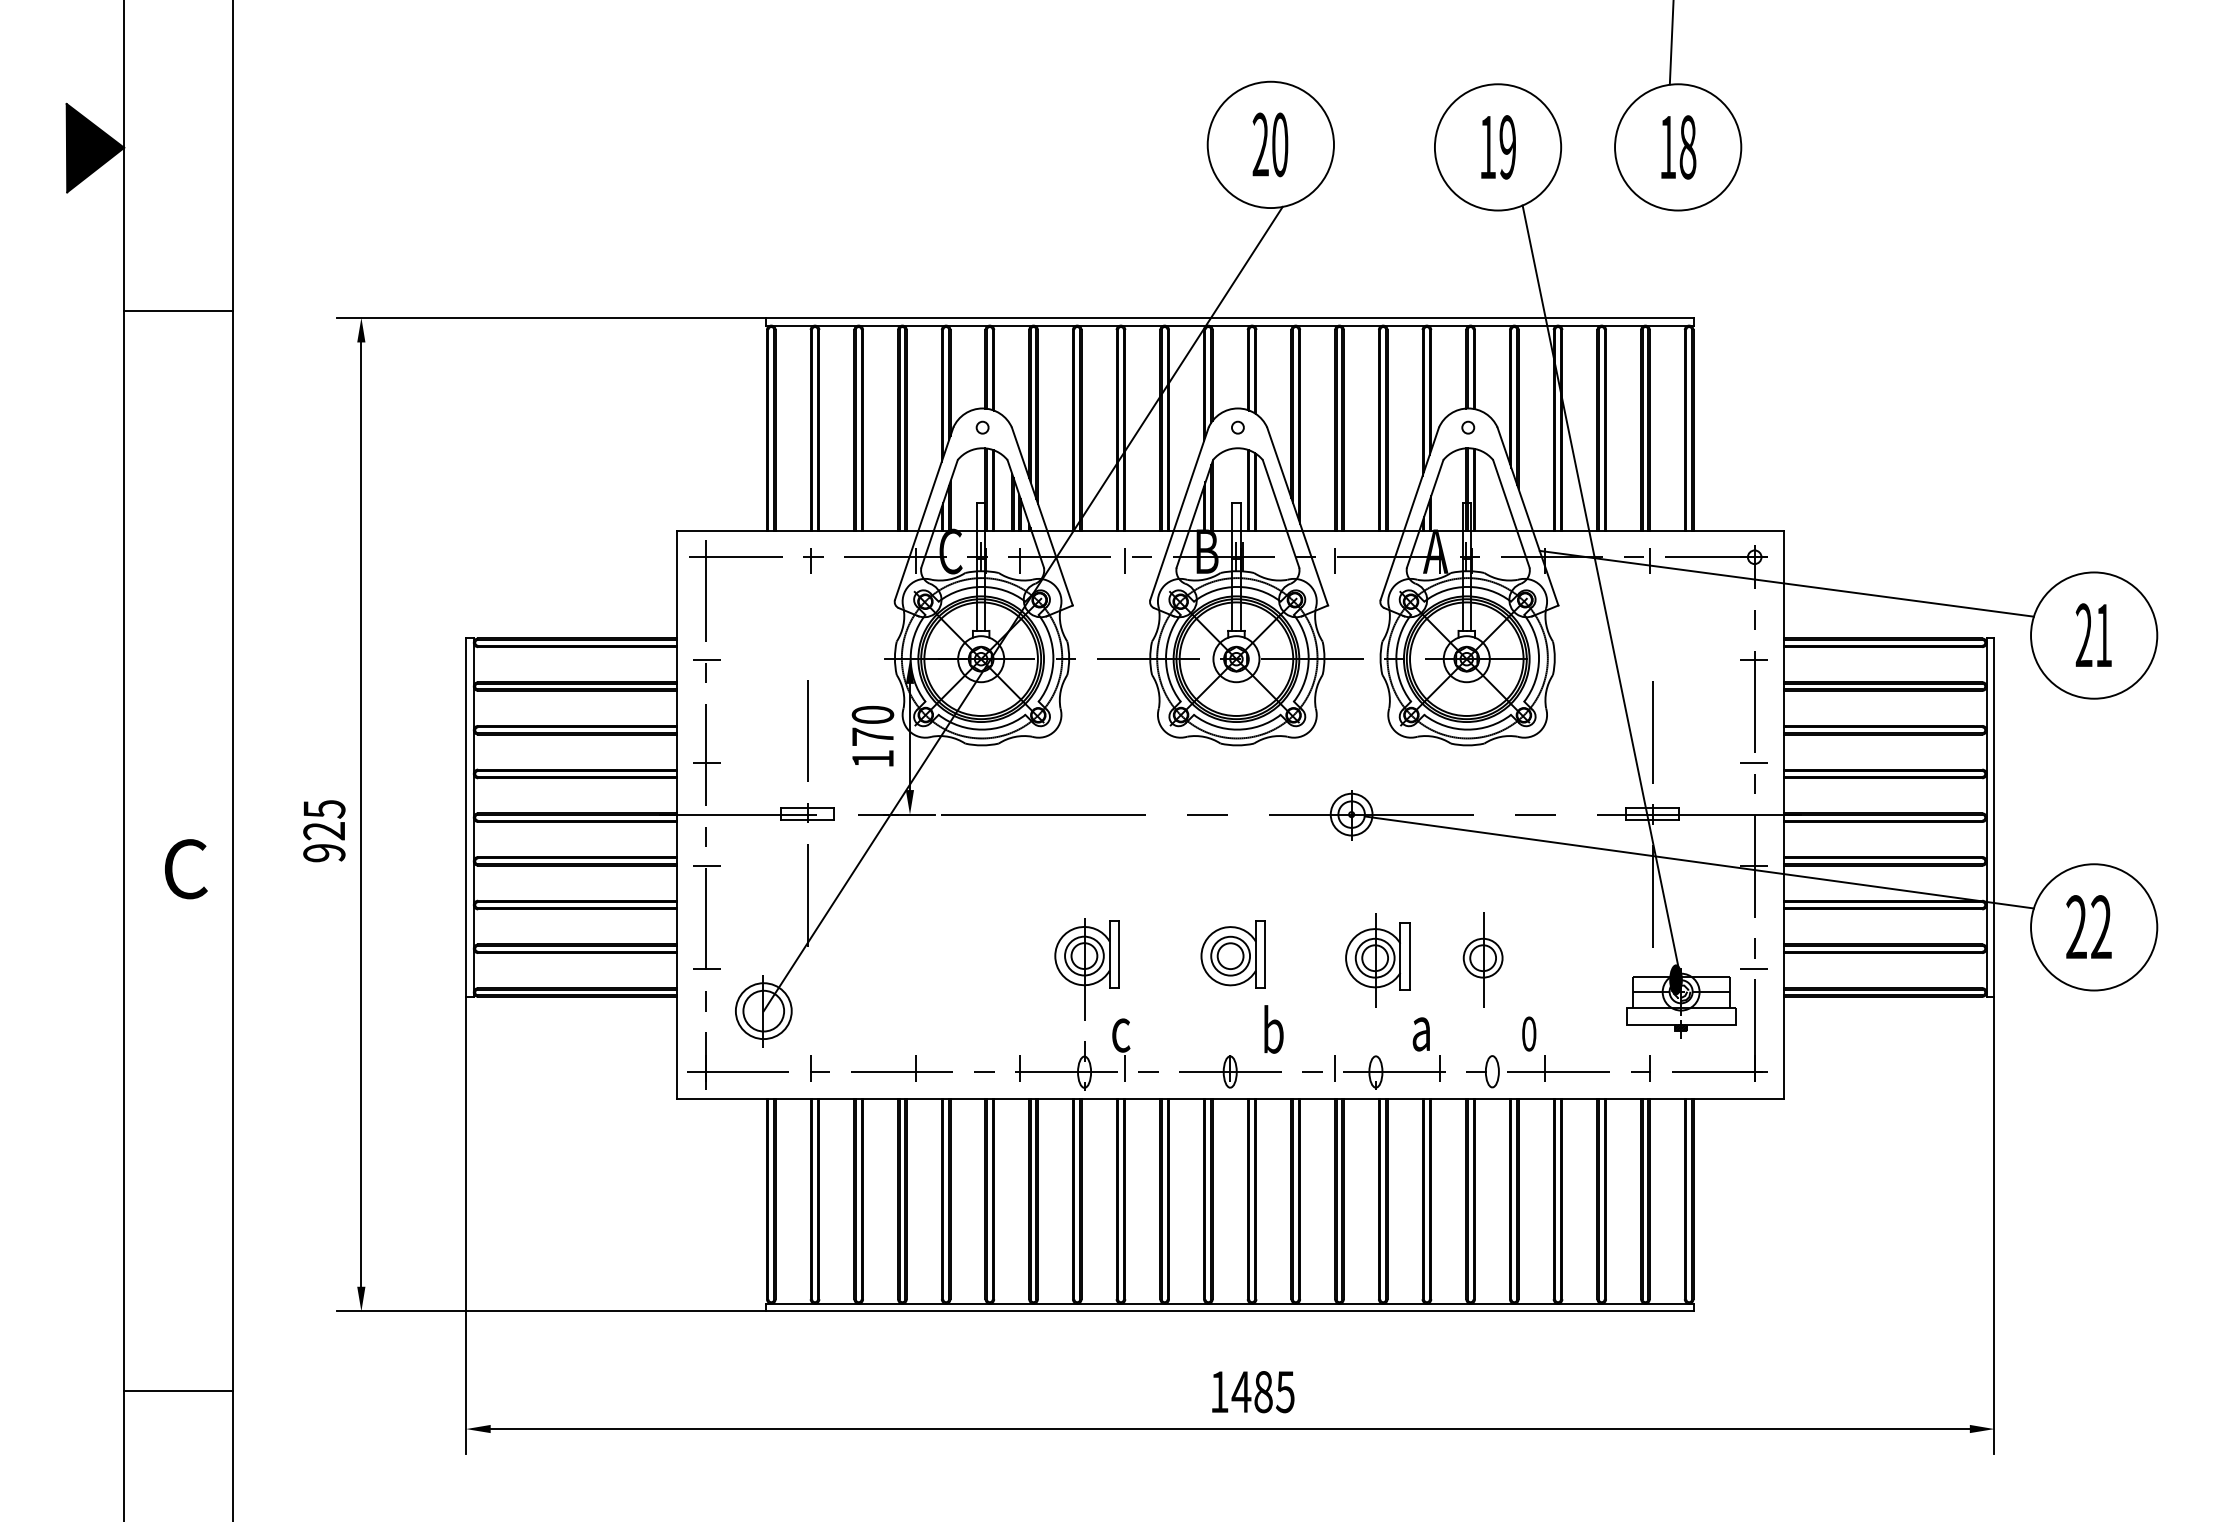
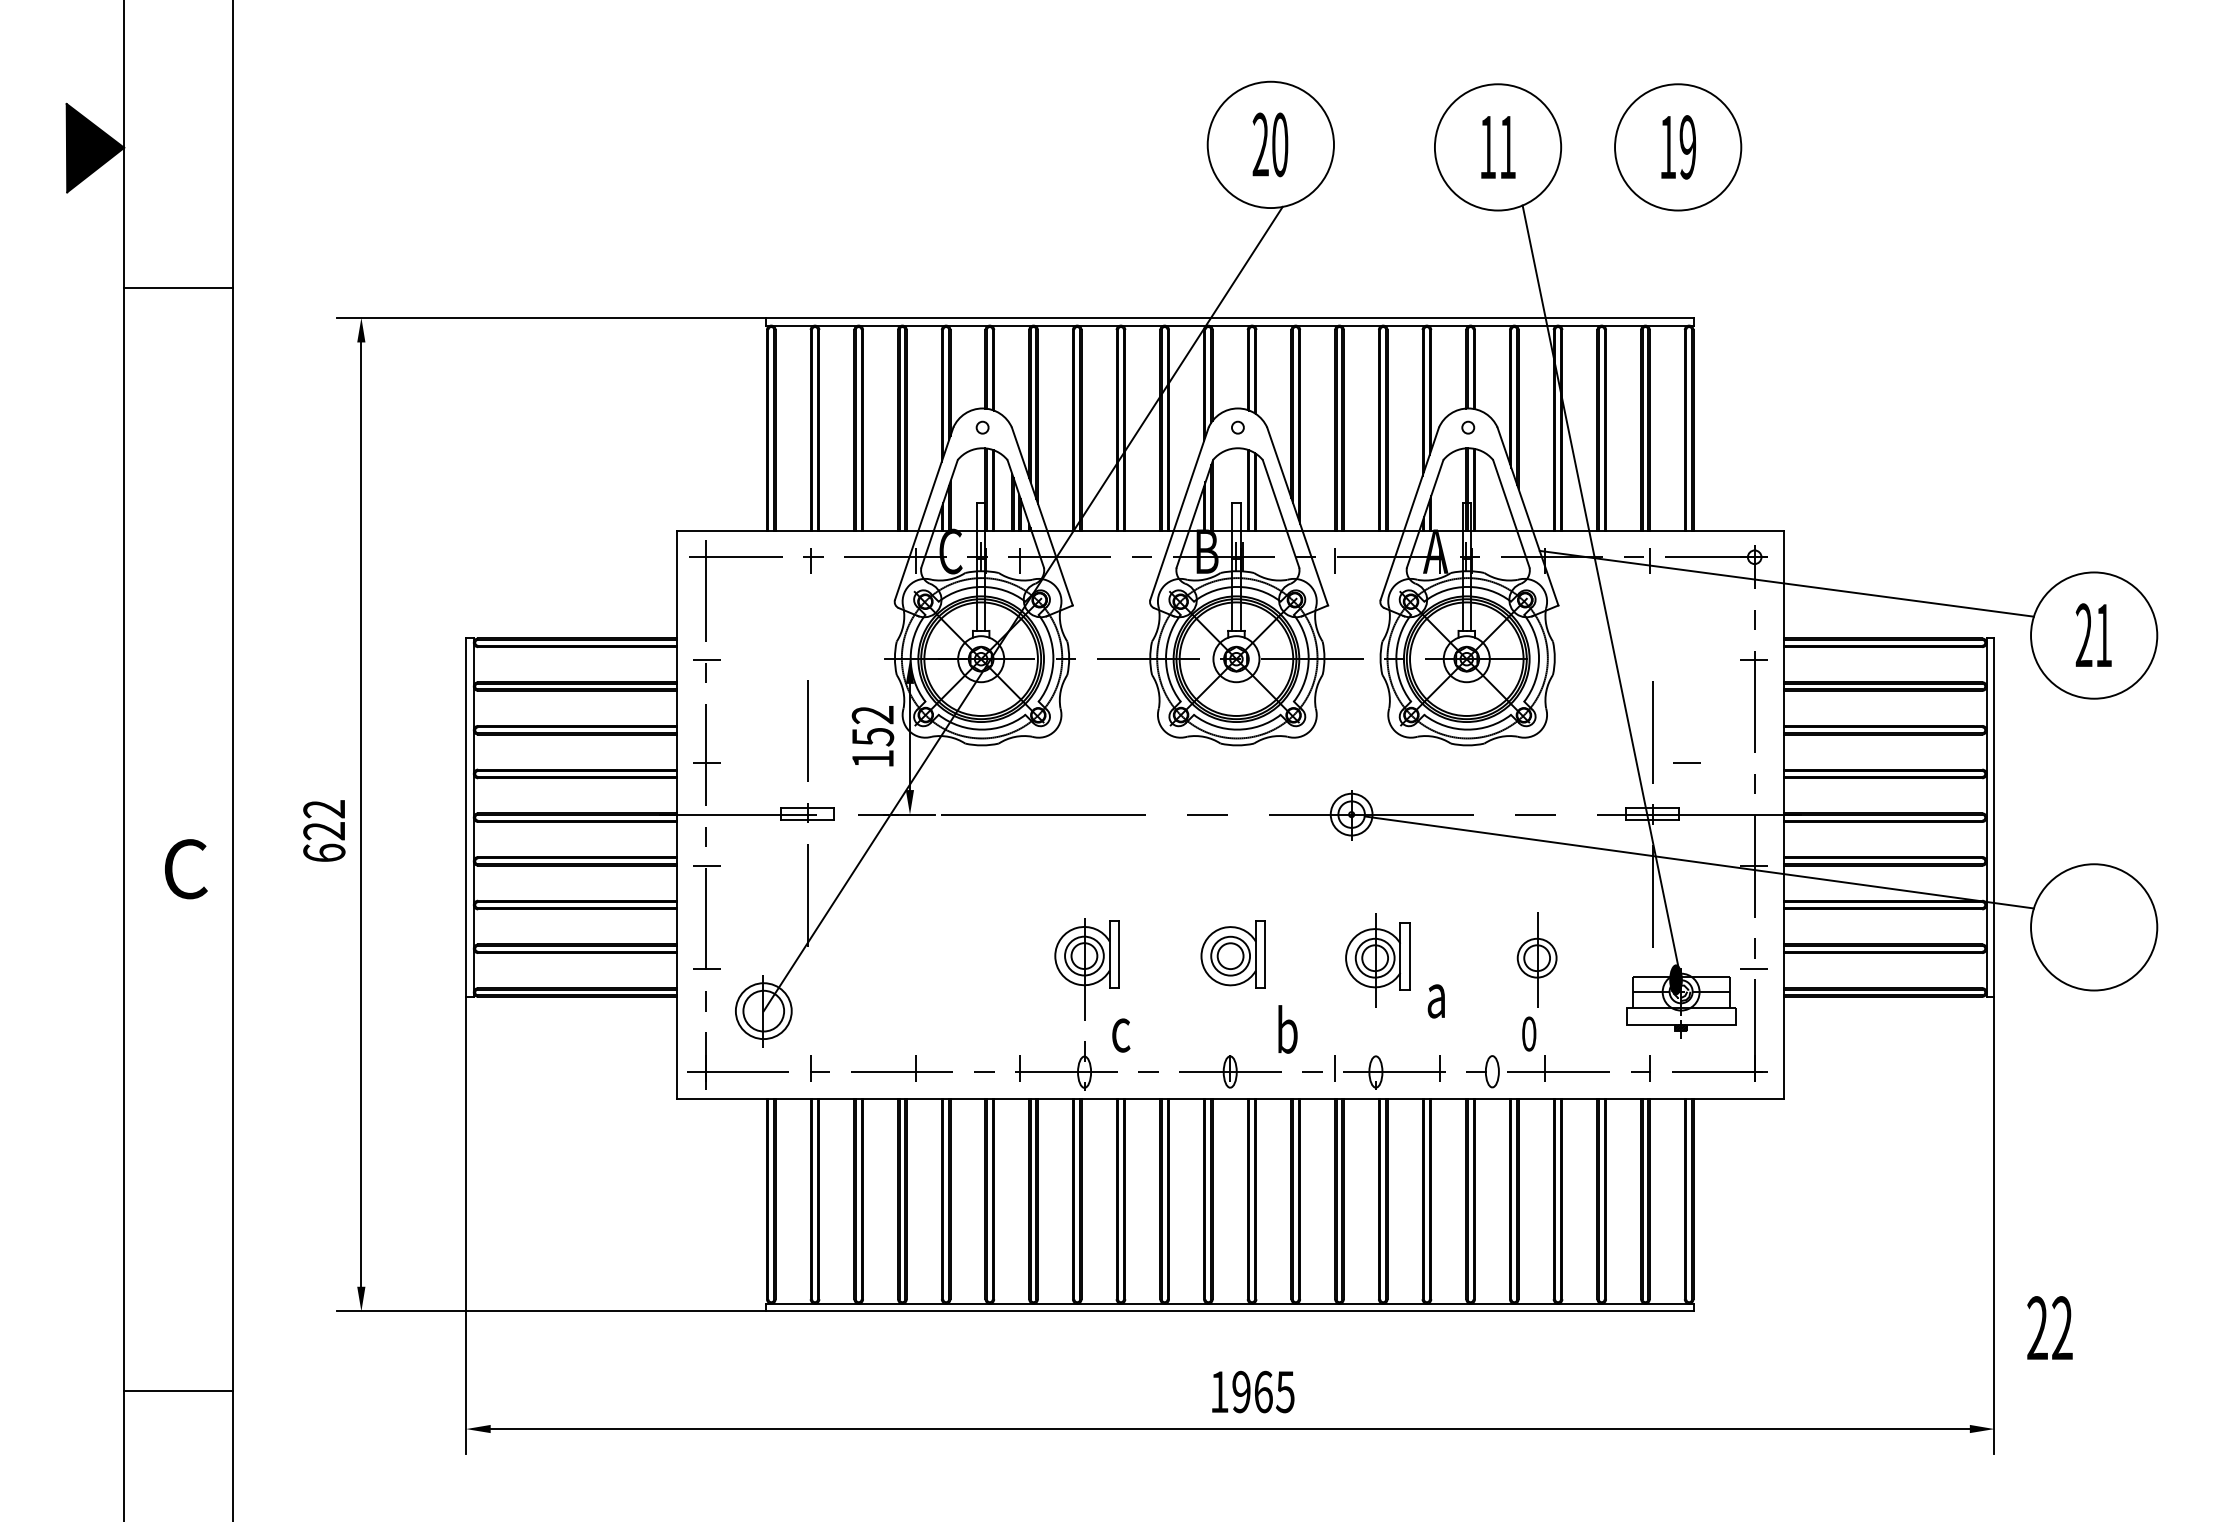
line at (1671, 43): present -> none
text at (1507, 147): 19 -> 11
text at (1687, 147): 18 -> 19
line at (178, 311) position: (178, 311) -> (178, 288)
line at (1125, 560): present -> none
text at (872, 725): 170 -> 152
line at (1753, 762) position: (1753, 762) -> (1686, 762)
text at (324, 831): 925 -> 622
text at (2088, 926) position: (2088, 926) -> (2049, 1327)
part at (1482, 959) position: (1482, 959) -> (1536, 959)
text at (1273, 1029) position: (1273, 1029) -> (1287, 1029)
text at (1420, 1034) position: (1420, 1034) -> (1435, 1001)
line at (1125, 1068): present -> none
text at (1251, 1391): 1485 -> 1965
